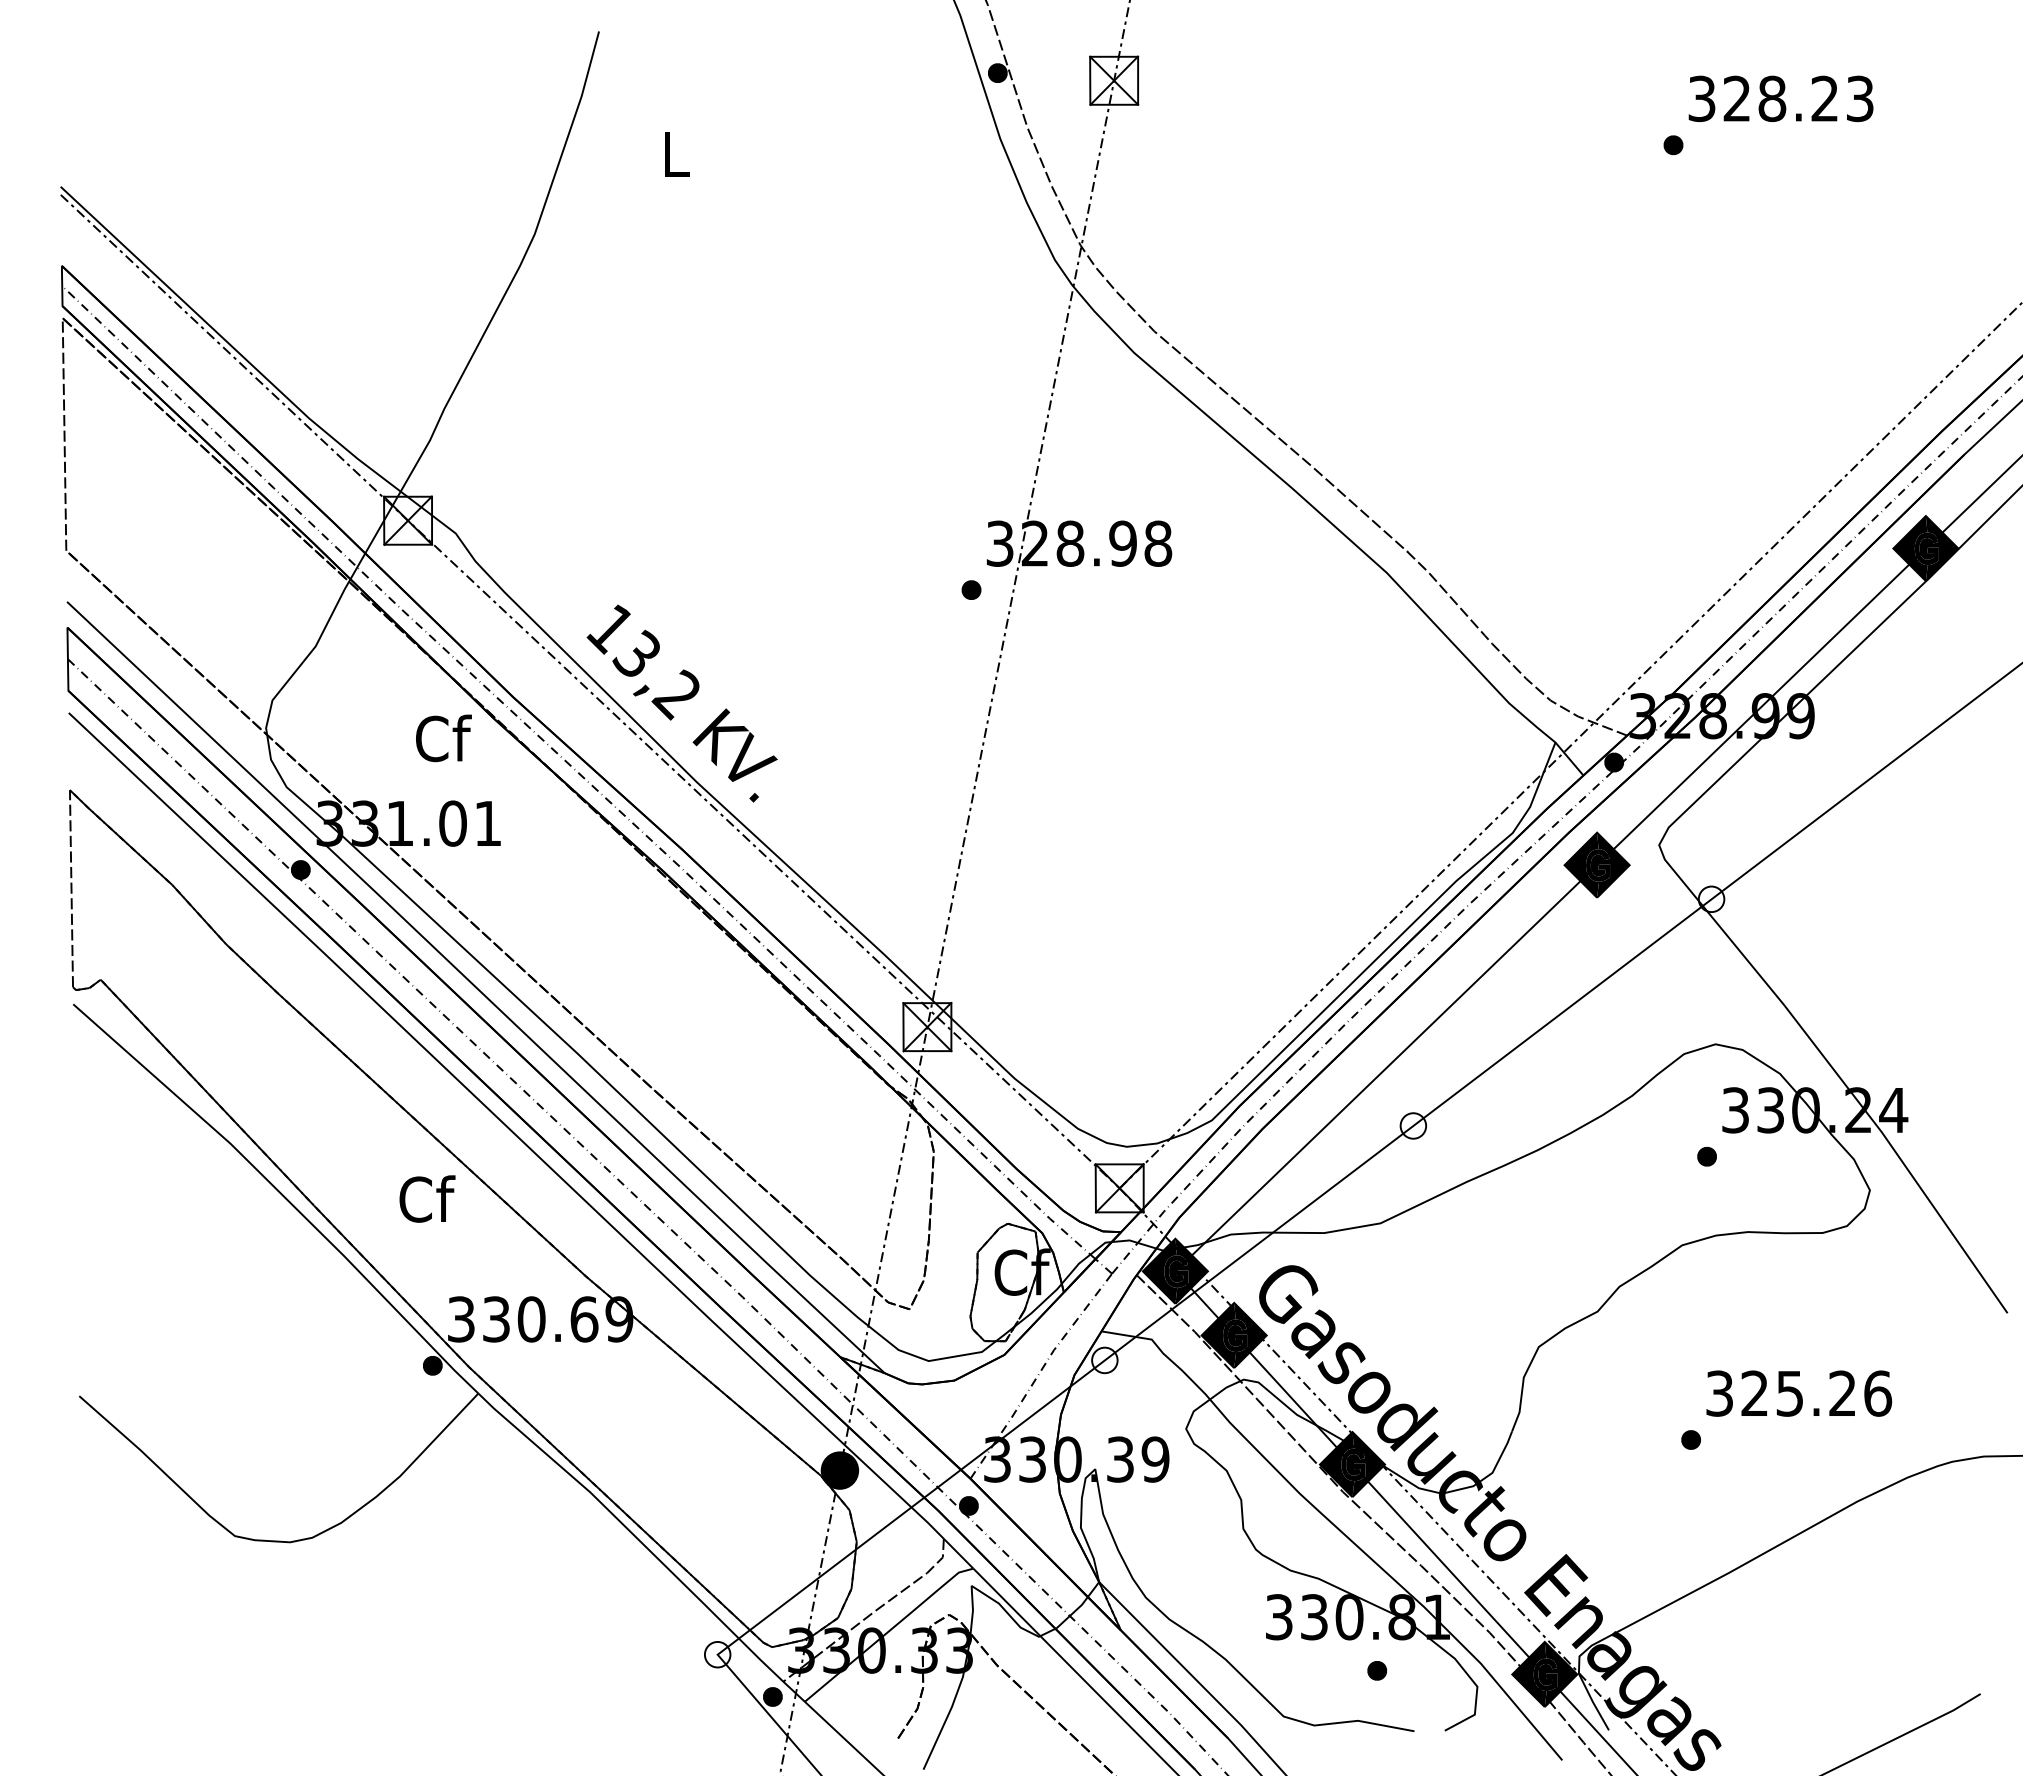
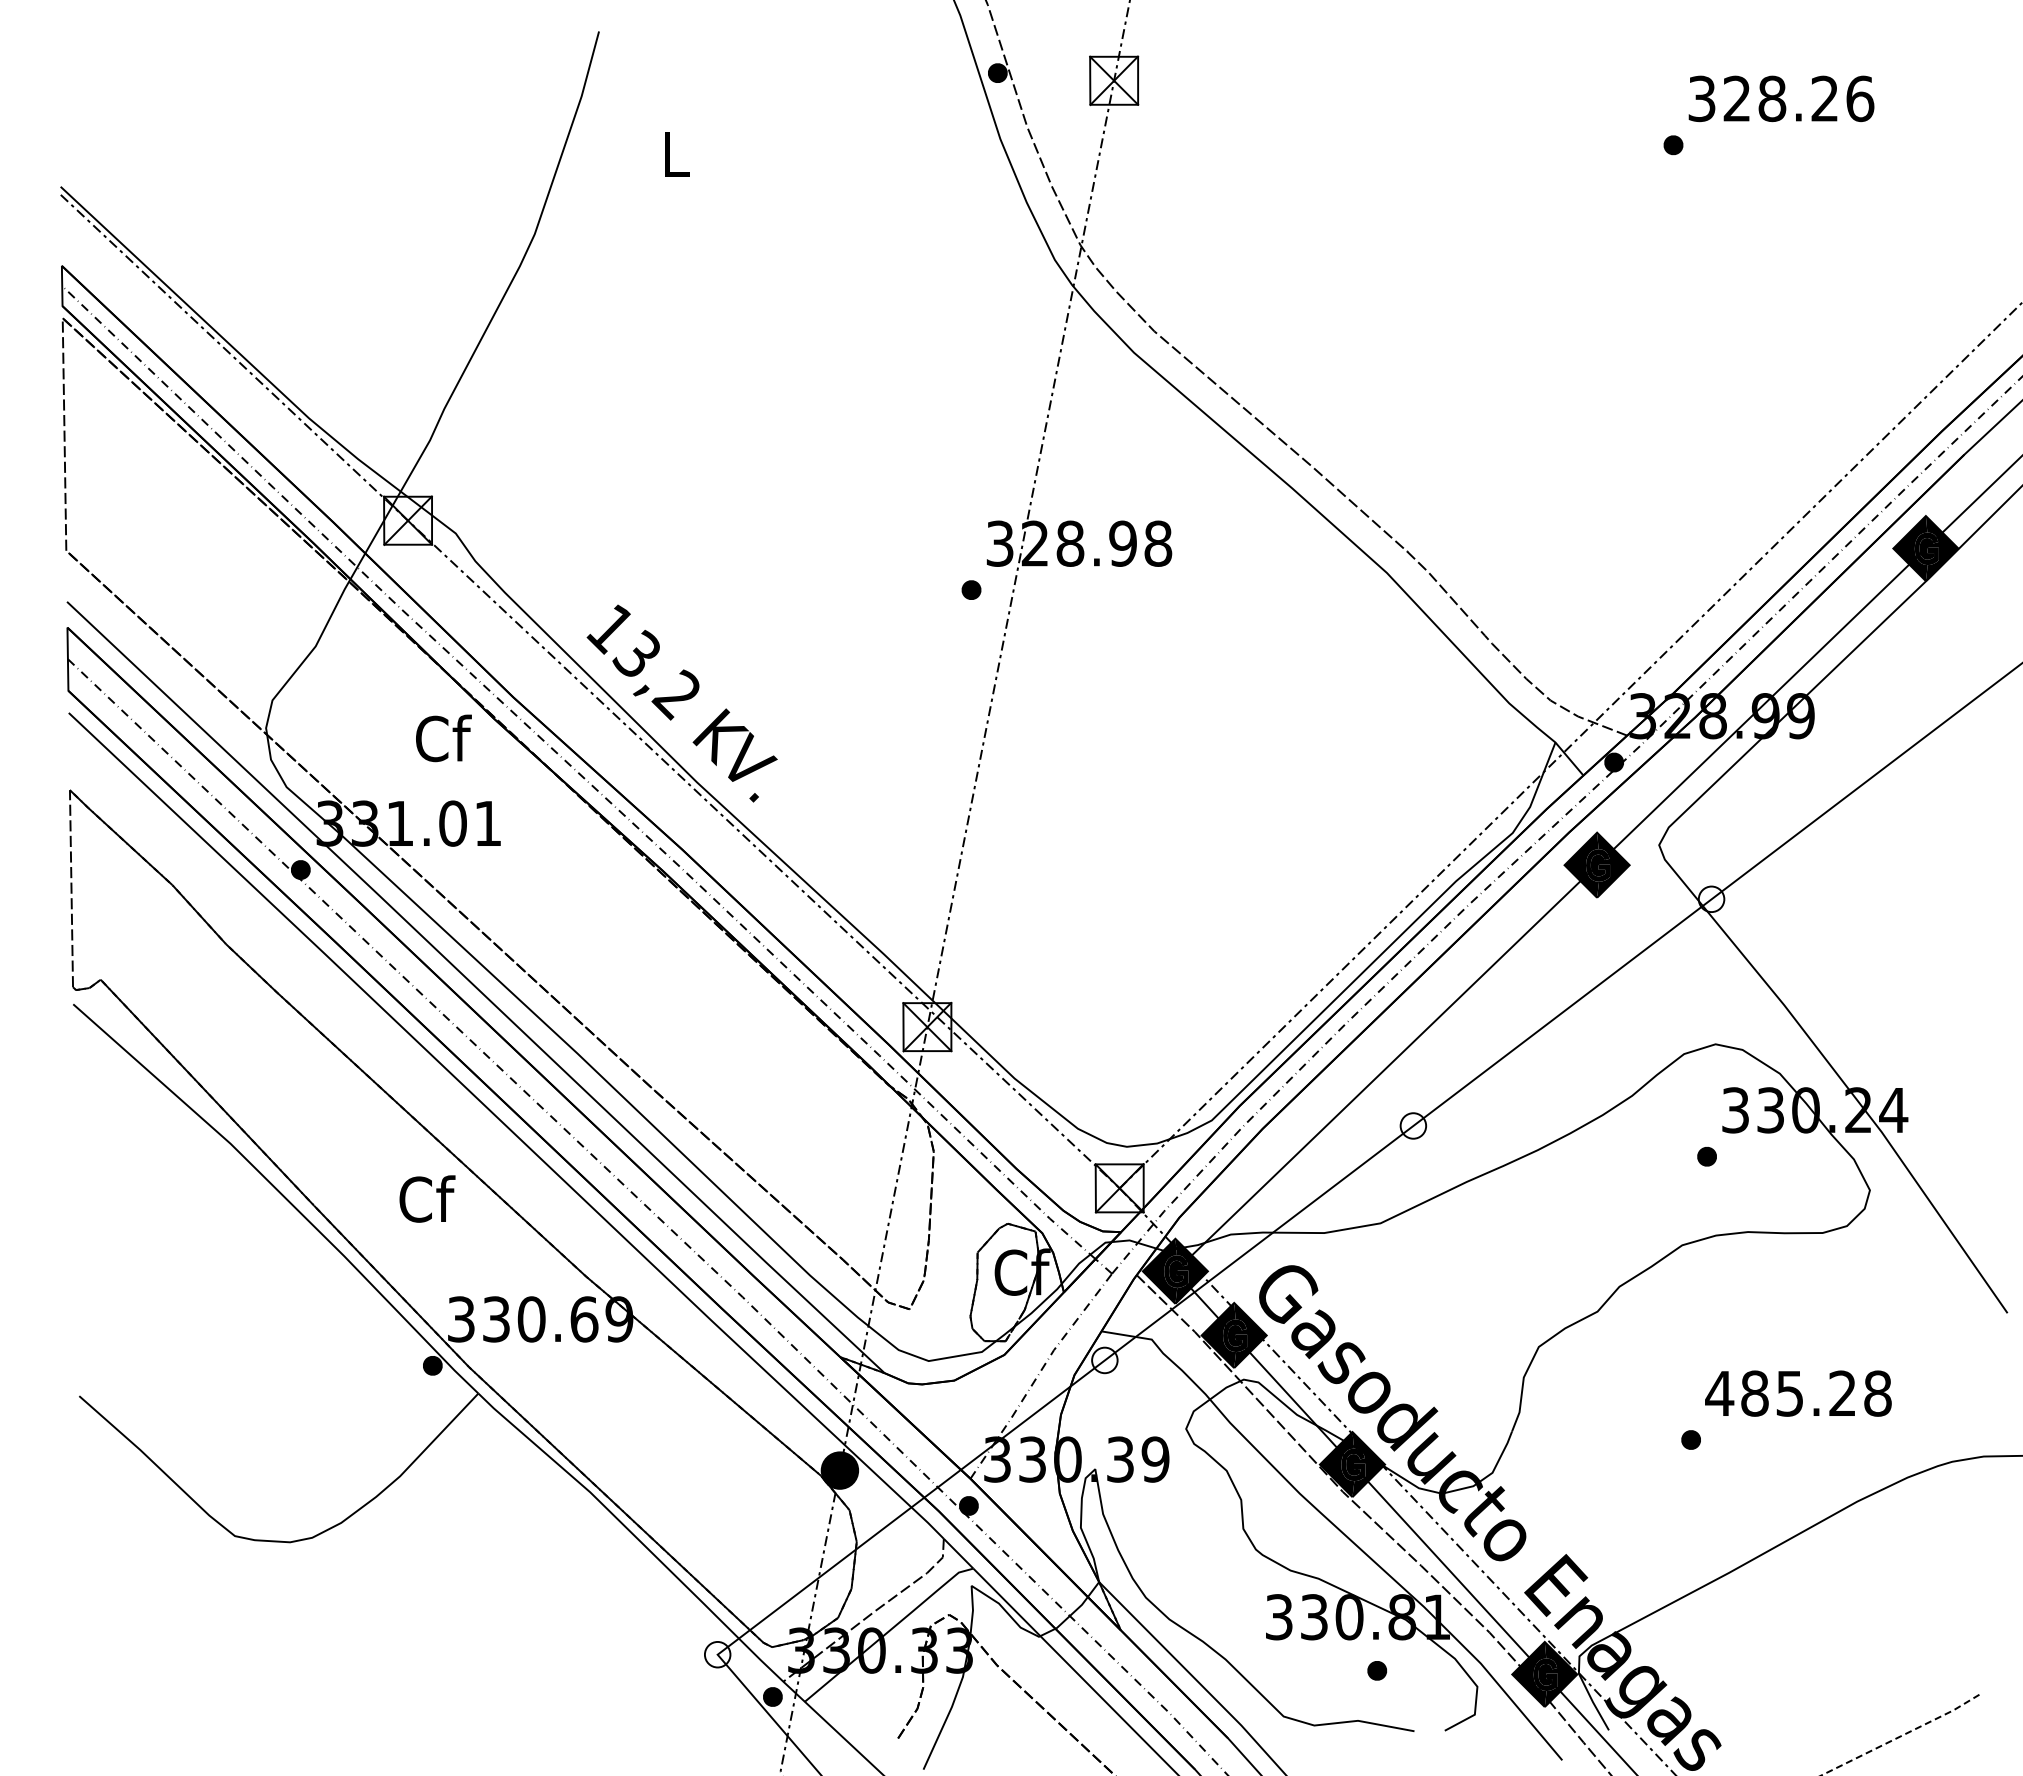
text at (1860, 98): 328.23 -> 328.26
text at (1798, 1393): 325.26 -> 485.28
line at (1902, 1735): solid -> dashed
